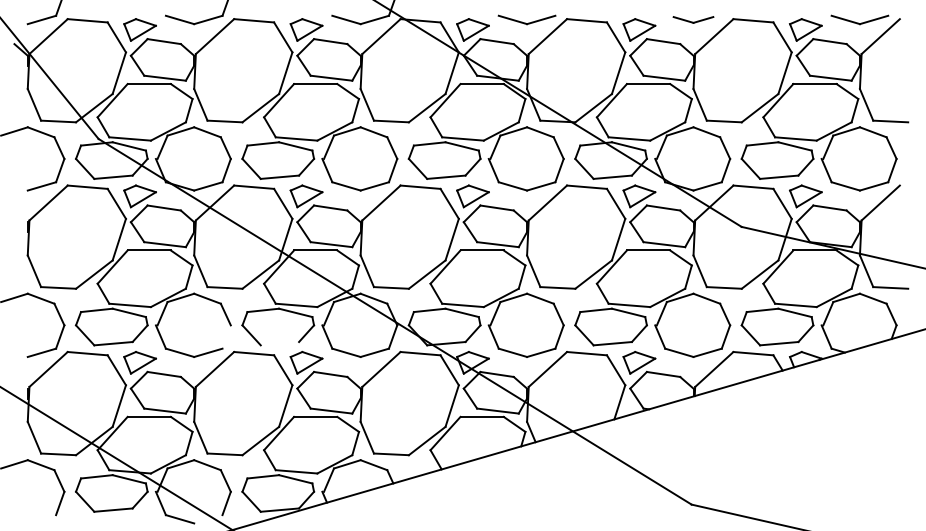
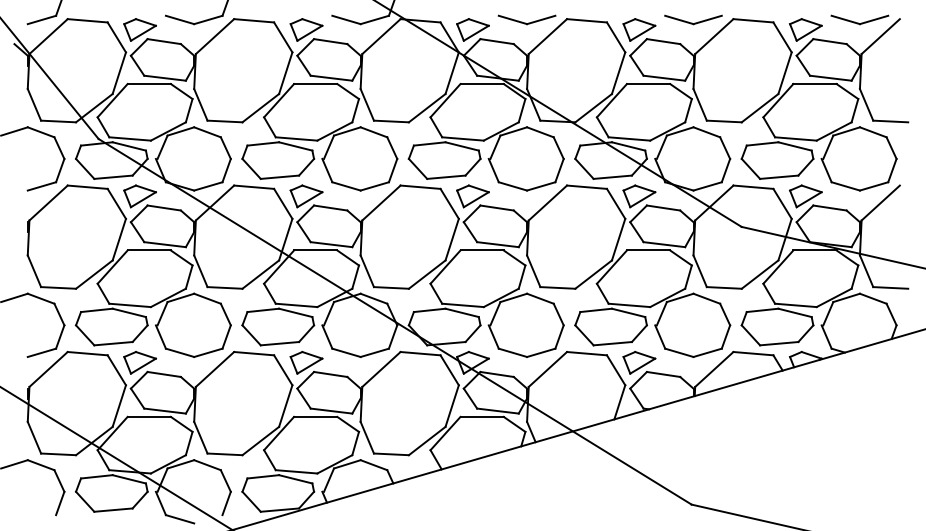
part at (693, 19) size: 43x8 px -> 59x12 px
line at (226, 336): none -> present
line at (279, 343): none -> present
